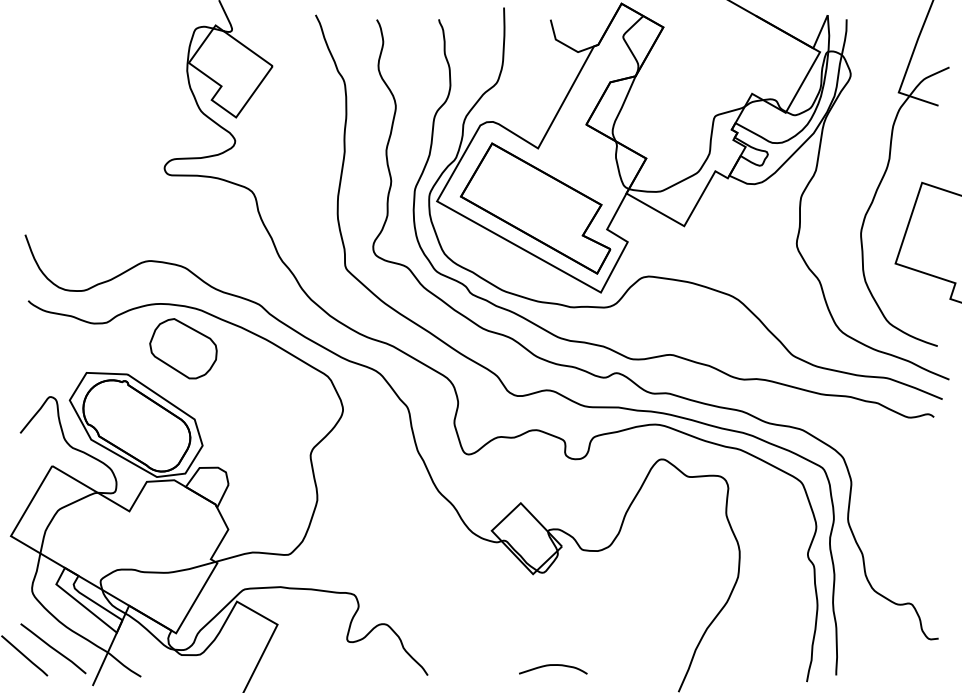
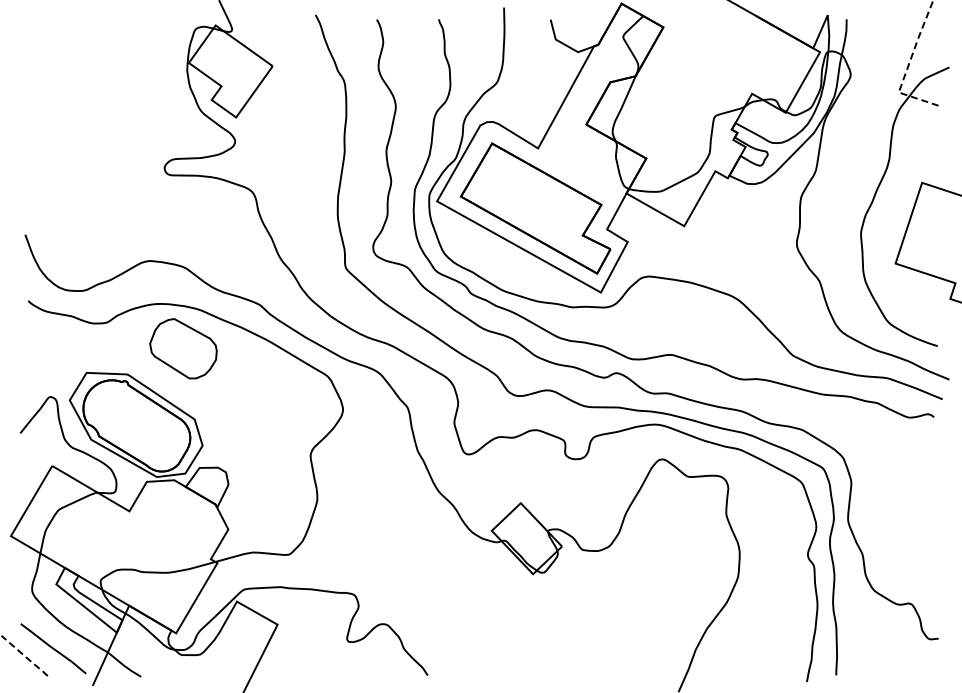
line at (908, 65): solid -> dashed
line at (25, 656): solid -> dashed
curve at (553, 665): present -> none
